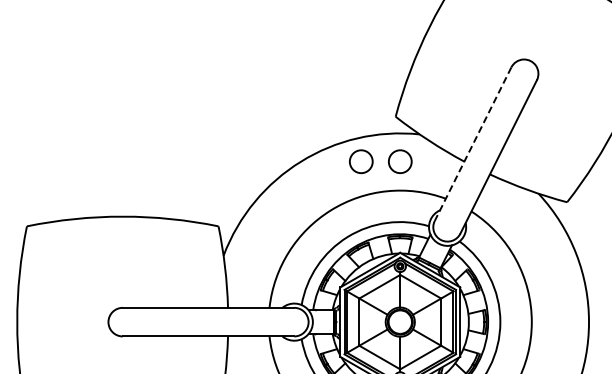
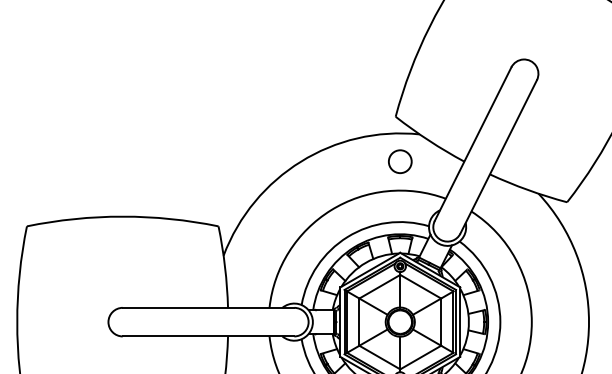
line at (473, 144): dashed -> solid
circle at (361, 161): present -> none
